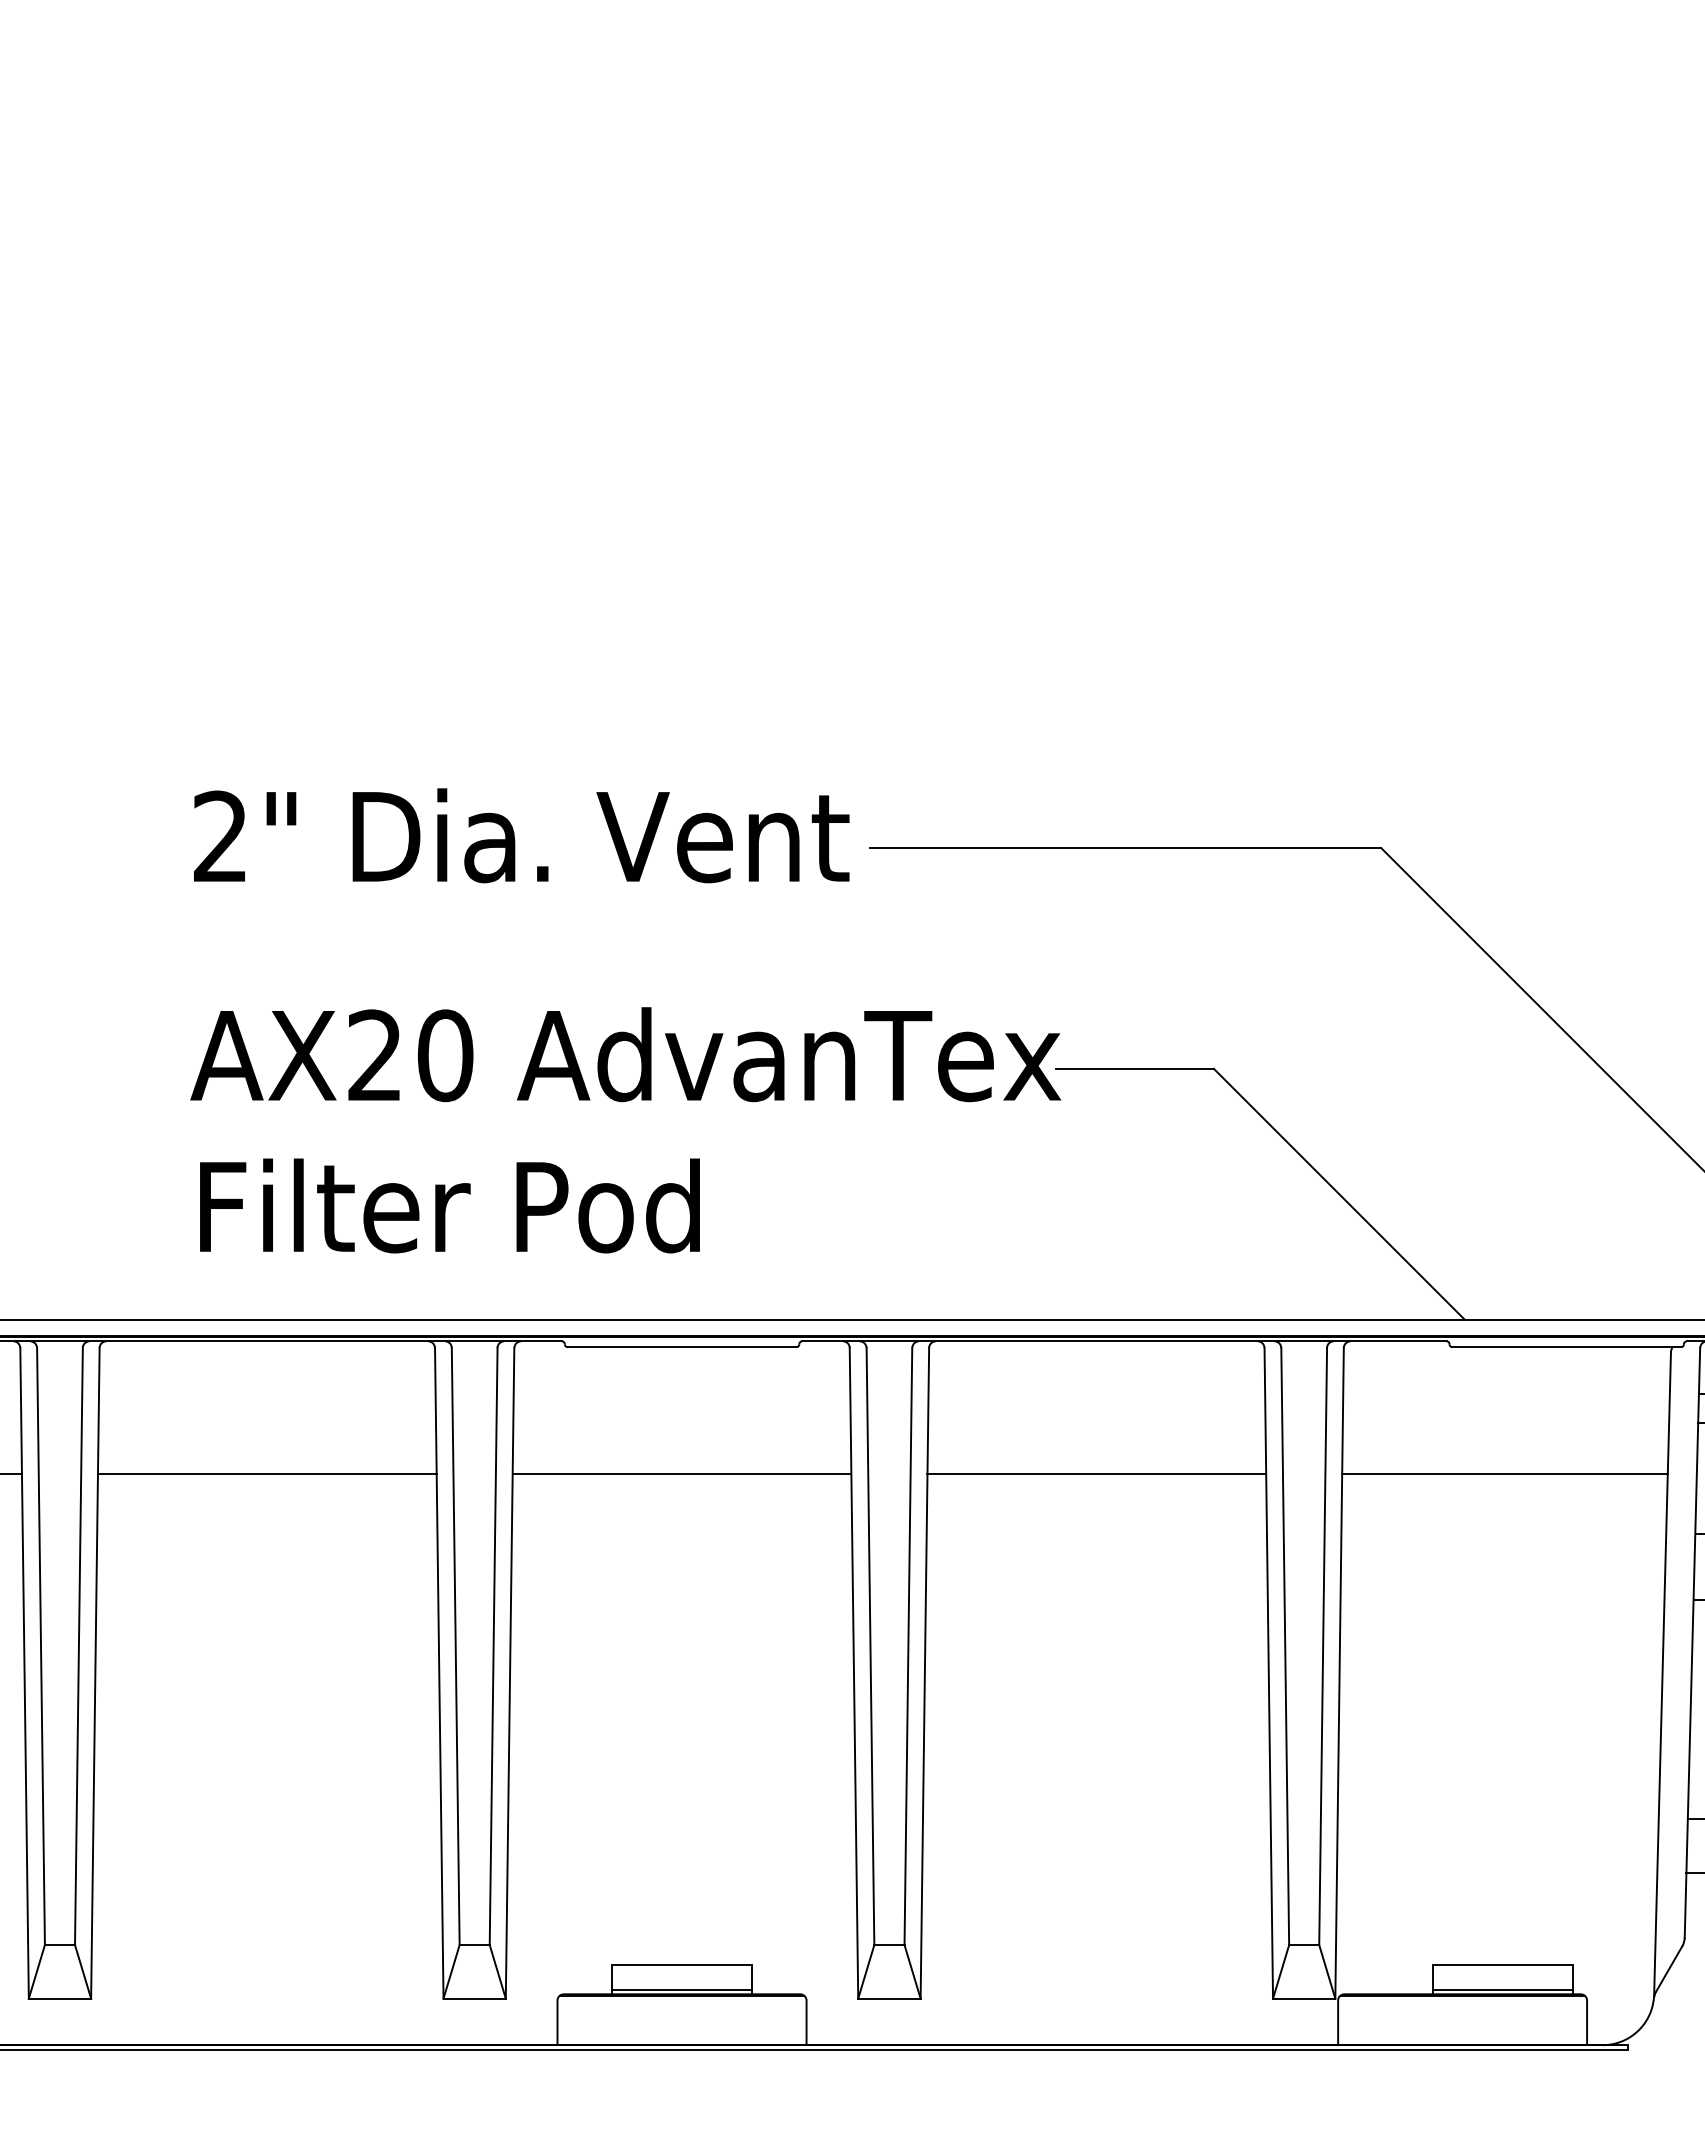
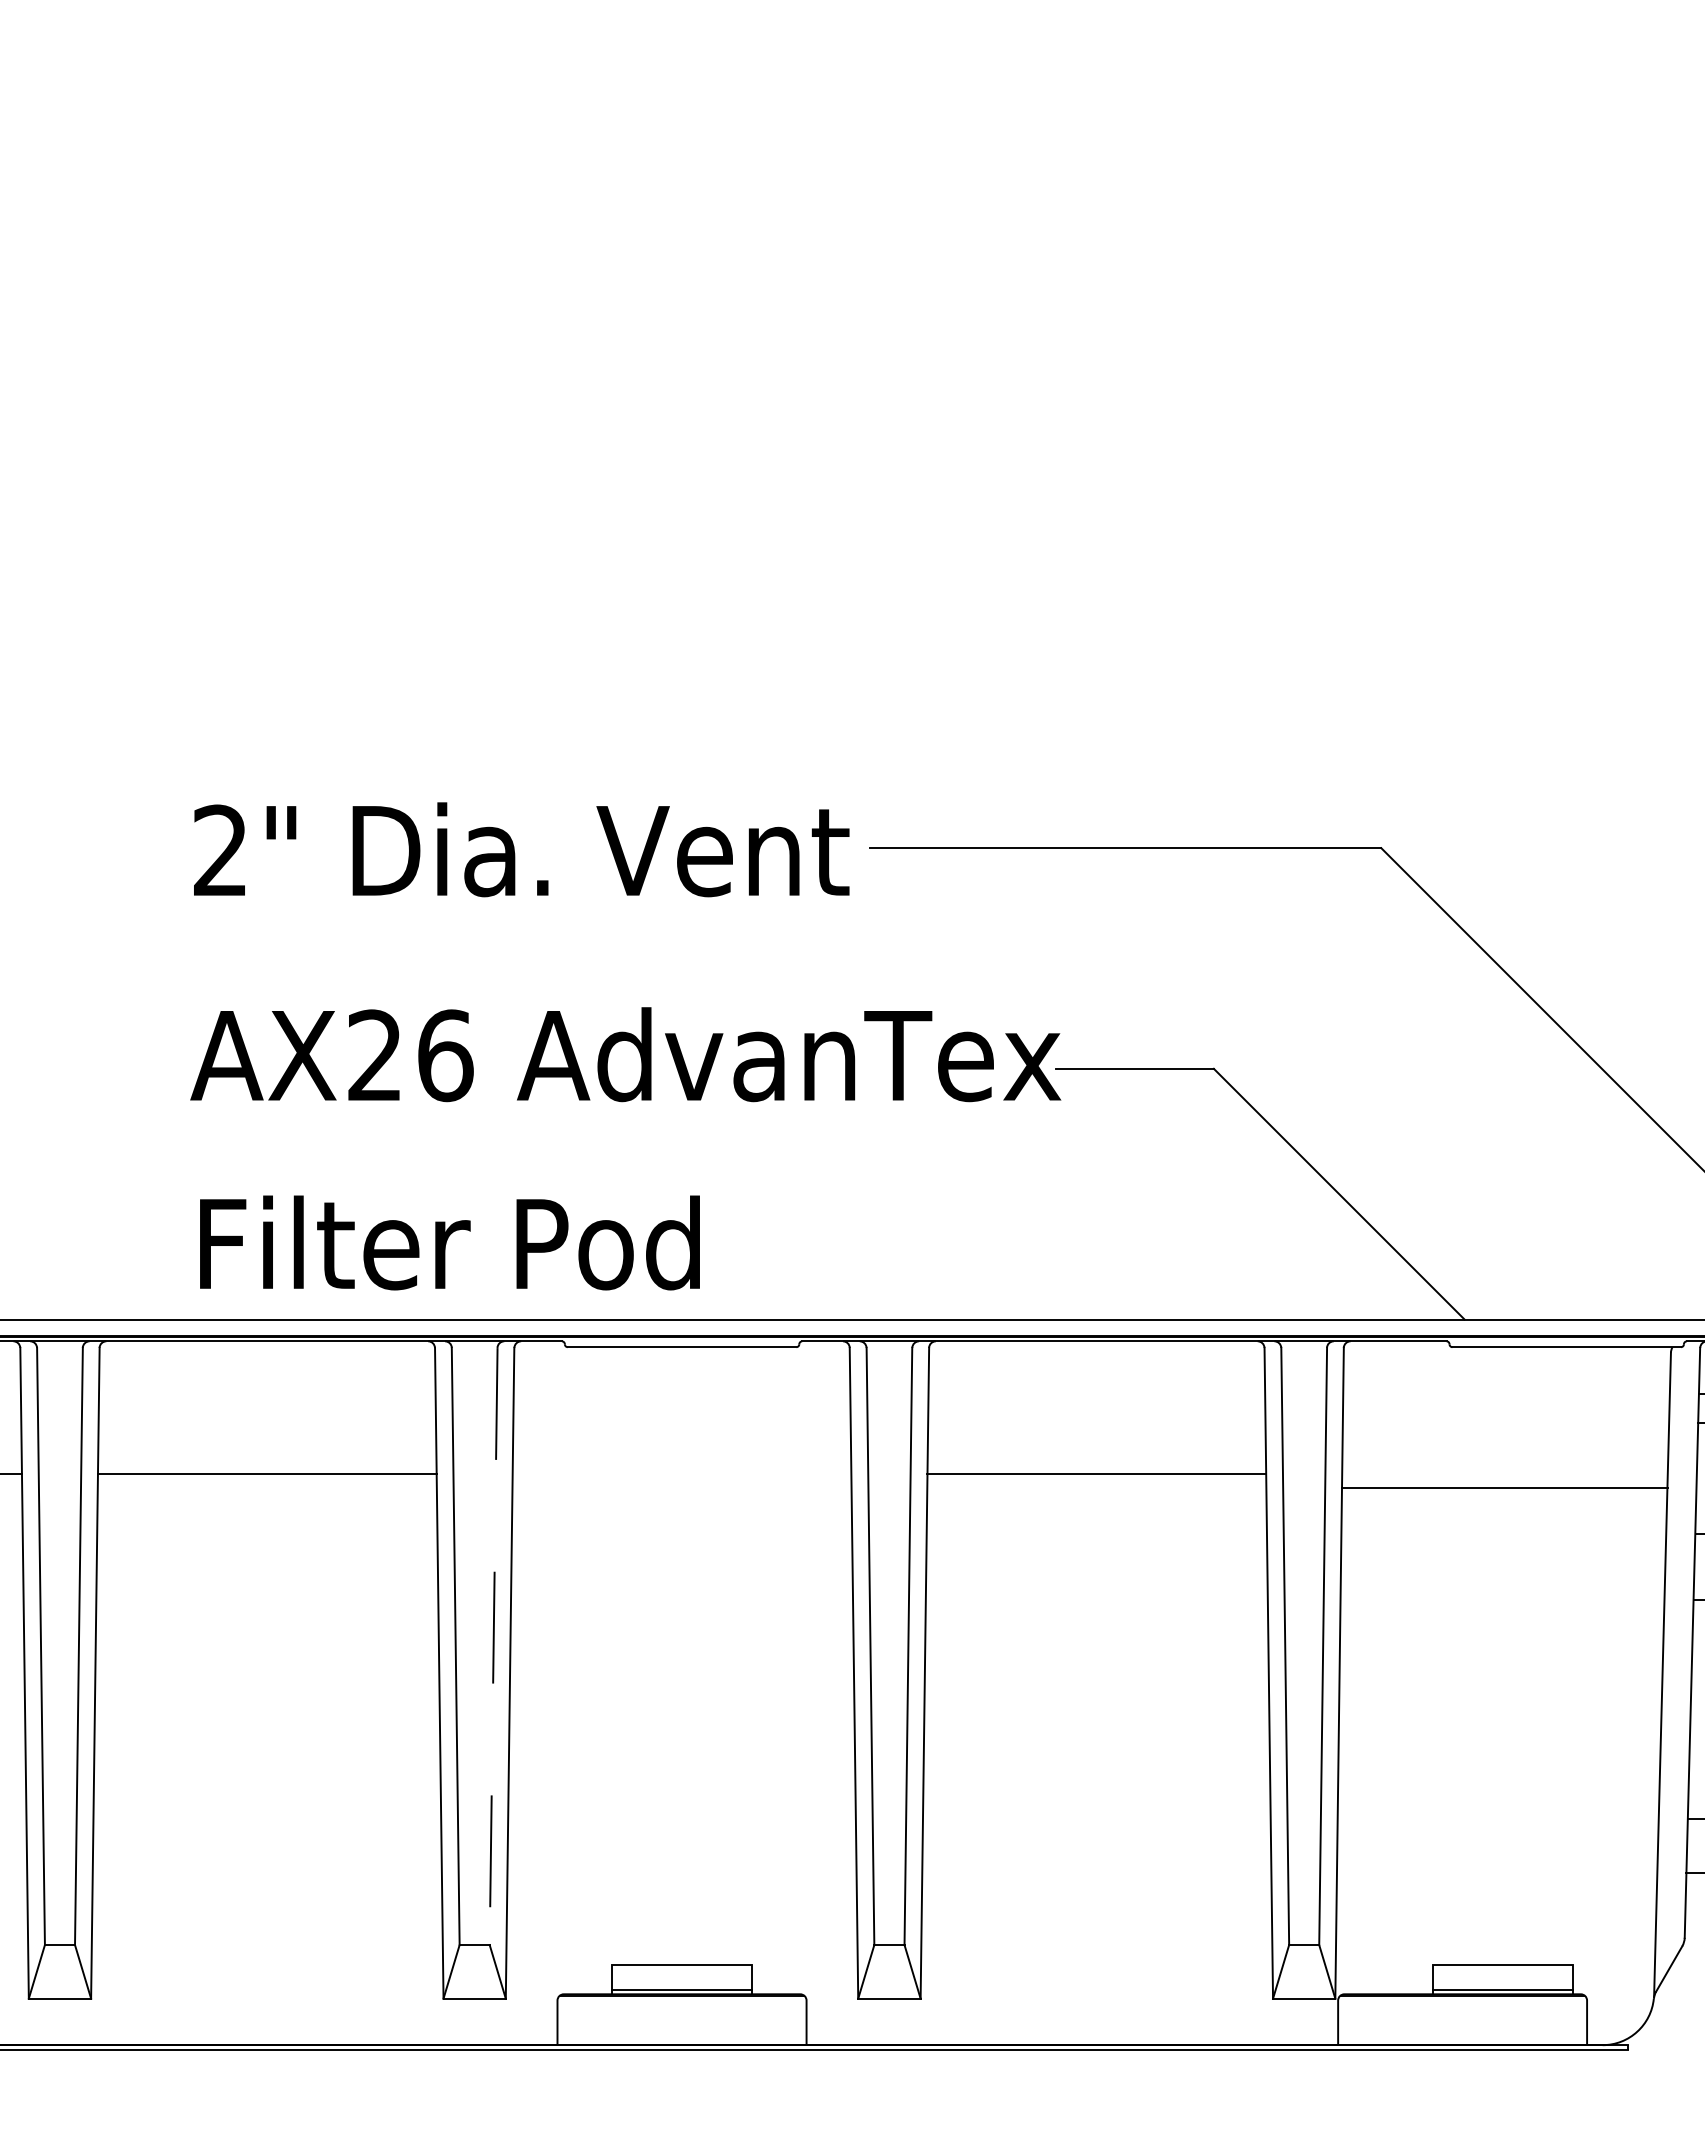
text at (521, 835) position: (521, 835) -> (521, 849)
text at (445, 1055): AX20 -> AX26
text at (449, 1205) position: (449, 1205) -> (449, 1242)
line at (681, 1474): present -> none
line at (1504, 1474) position: (1504, 1474) -> (1504, 1488)
line at (493, 1646): solid -> dashed
